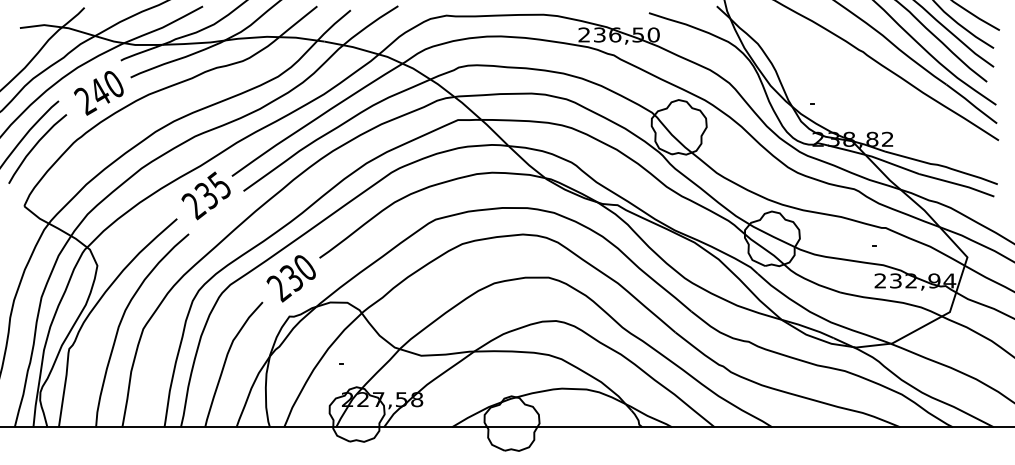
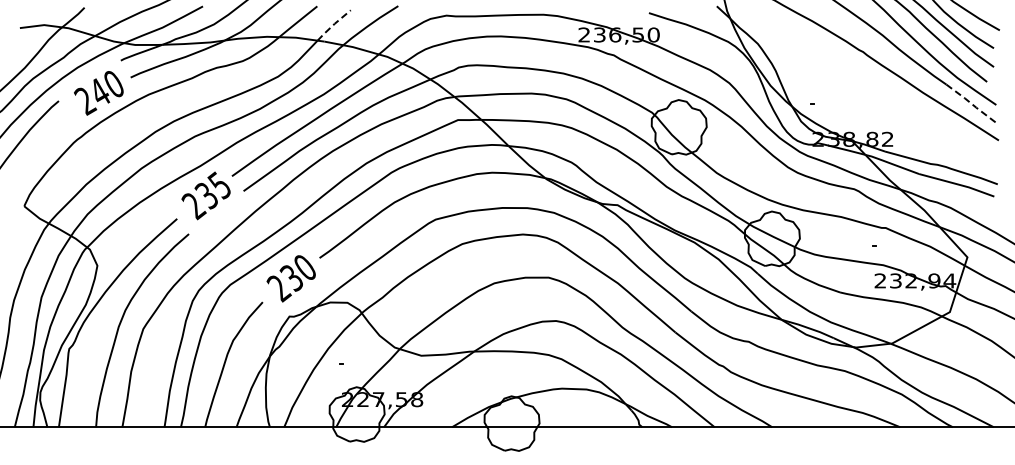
line at (334, 24): solid -> dashed
line at (971, 103): solid -> dashed
curve at (35, 146): present -> none
